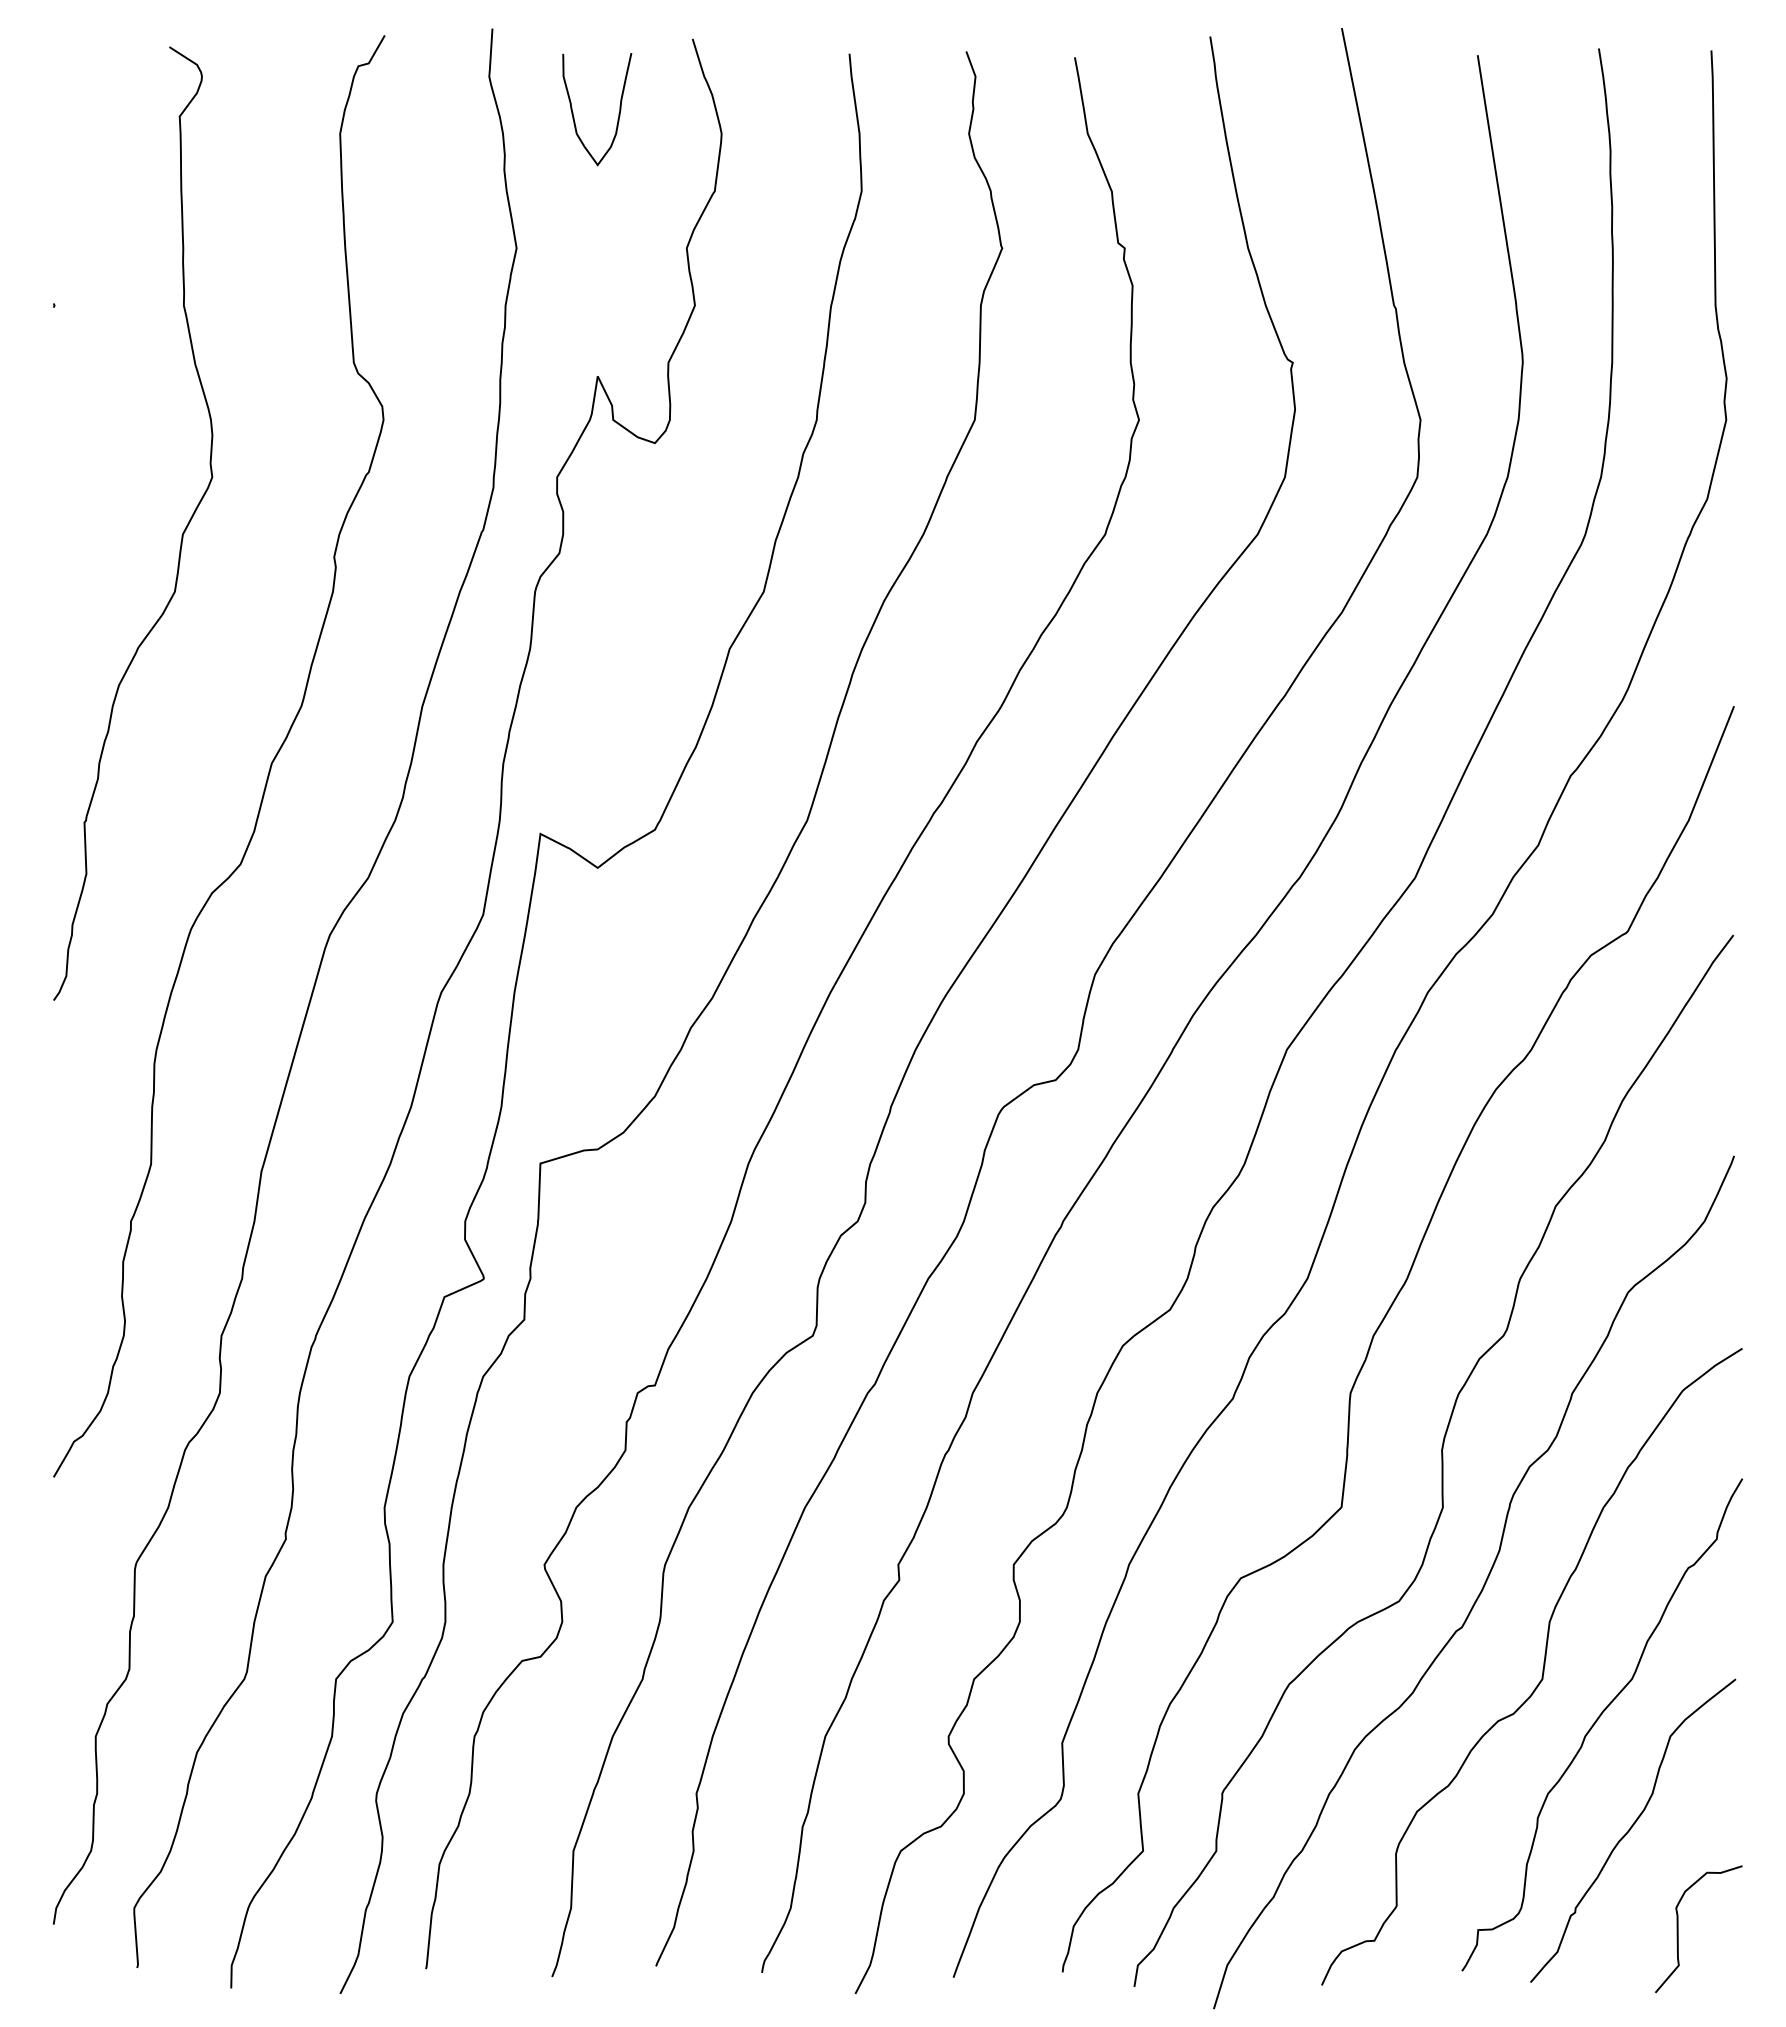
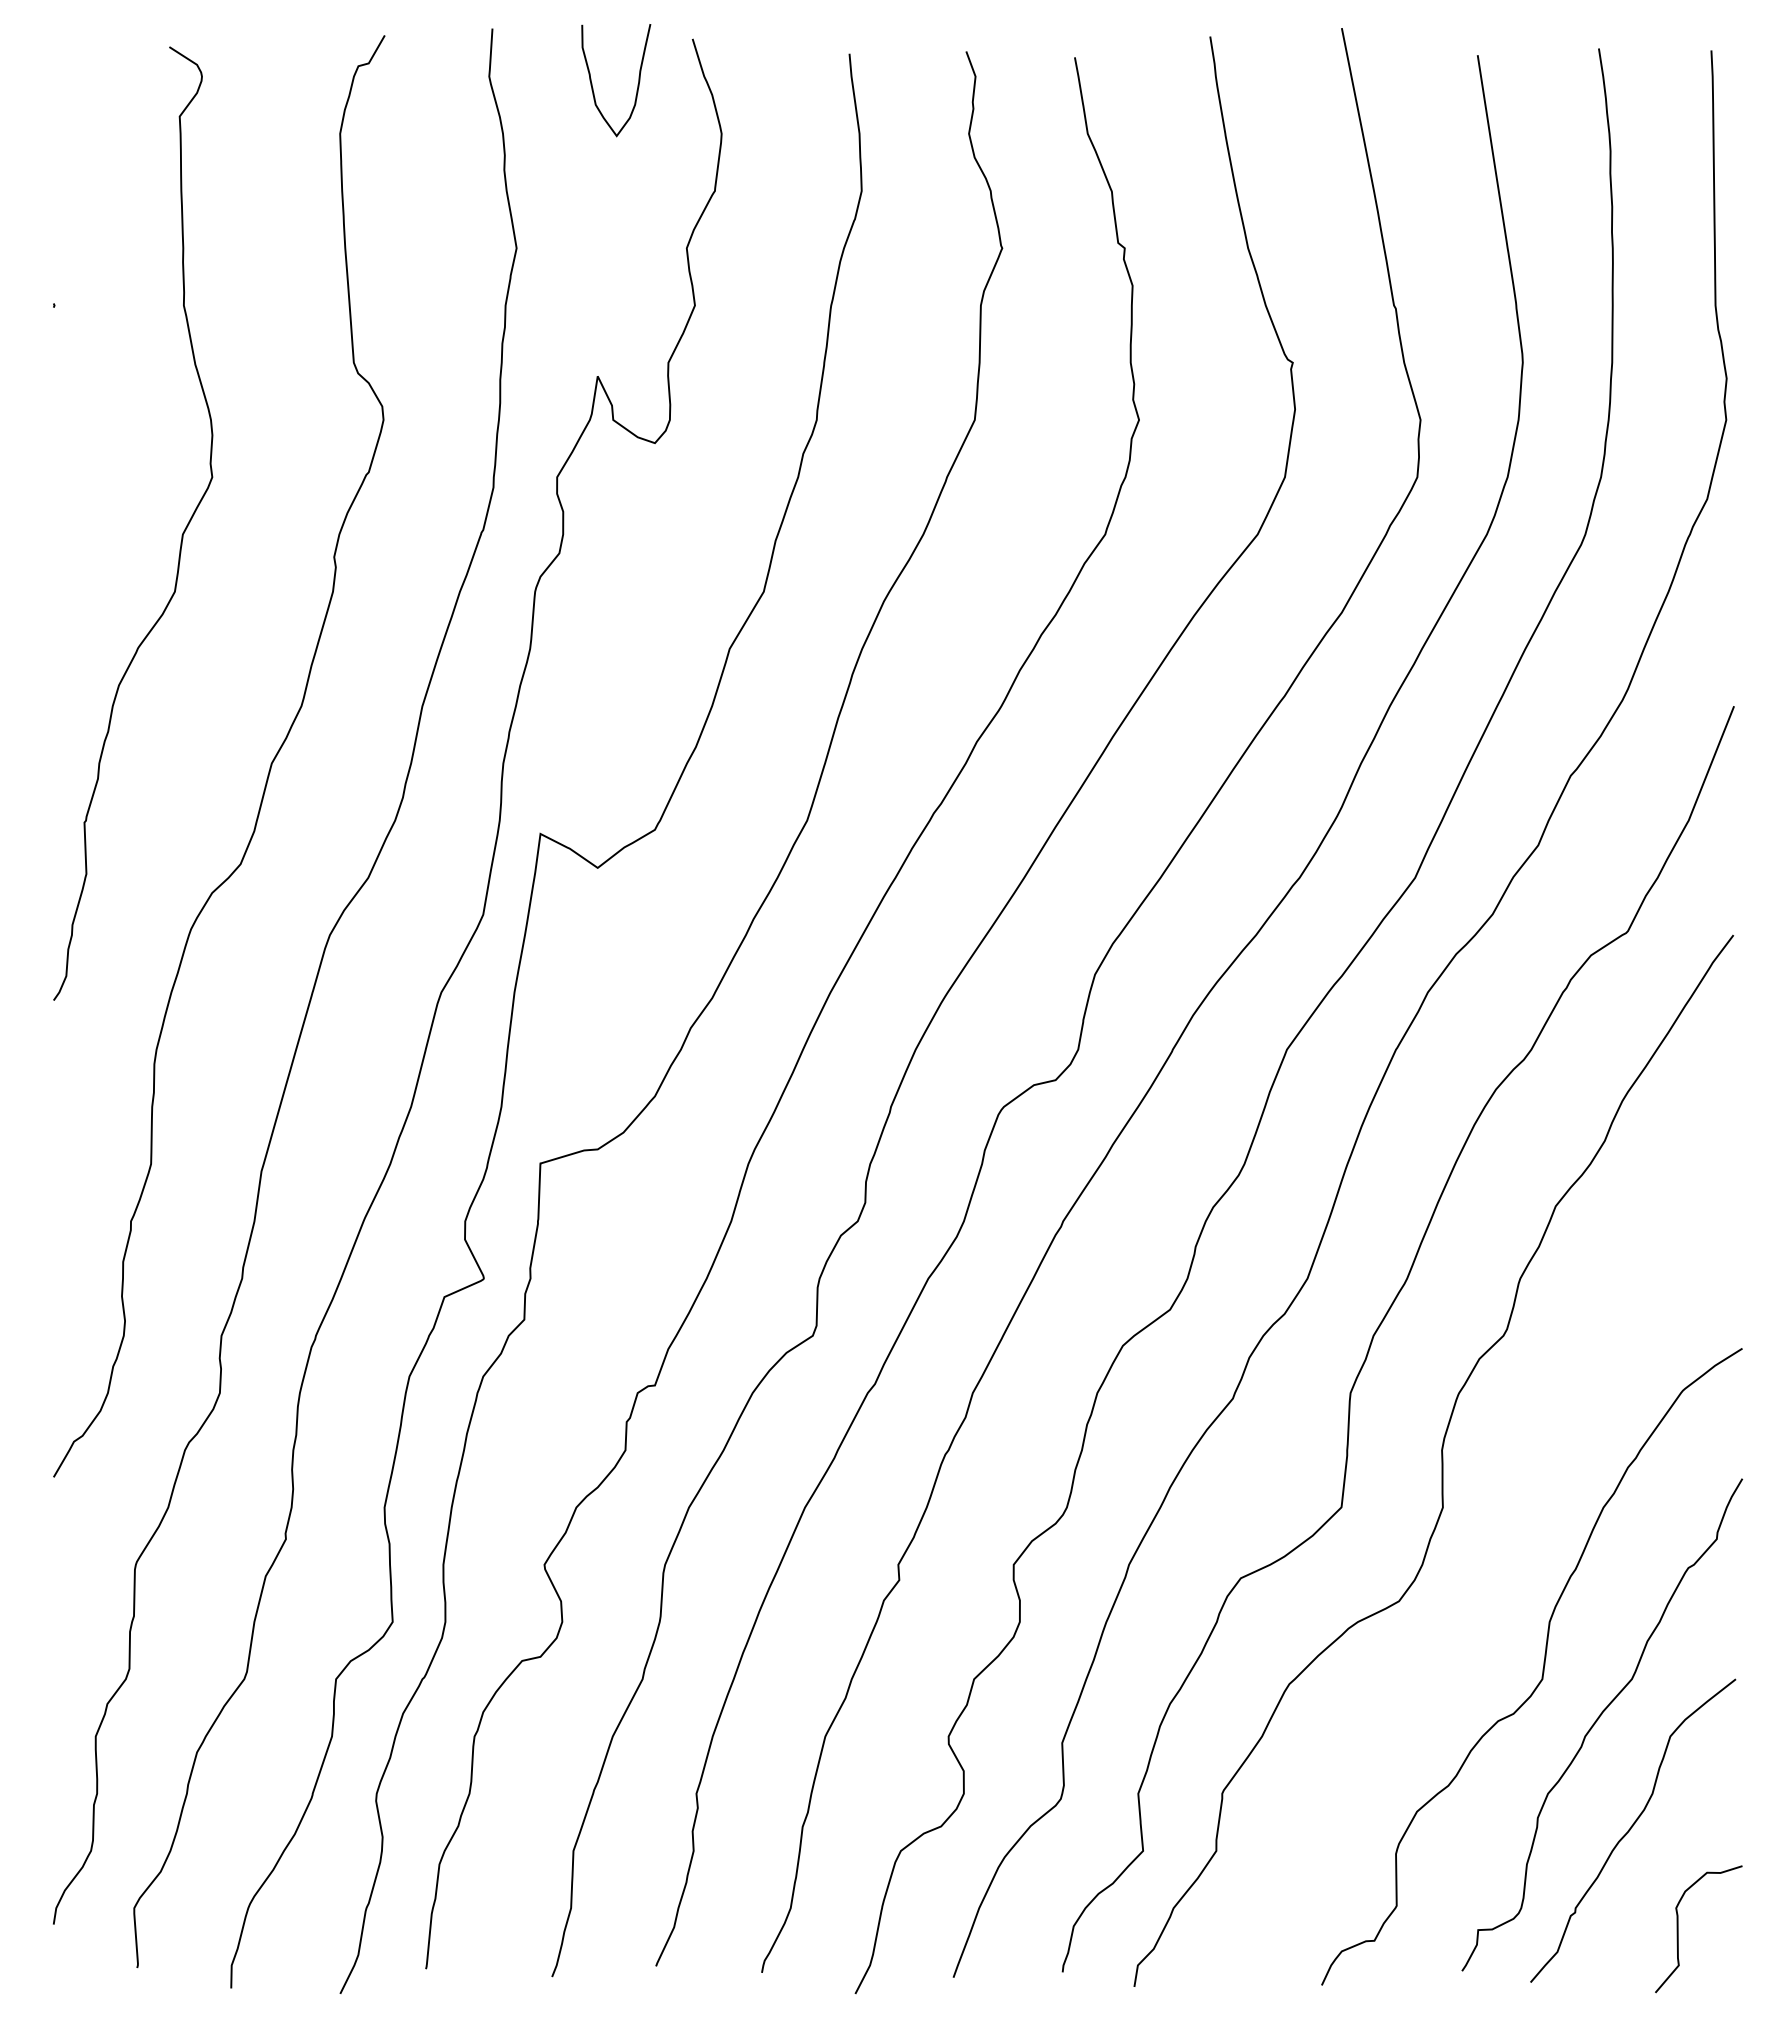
curve at (618, 113) position: (618, 113) -> (637, 84)
curve at (1482, 1586): present -> none
